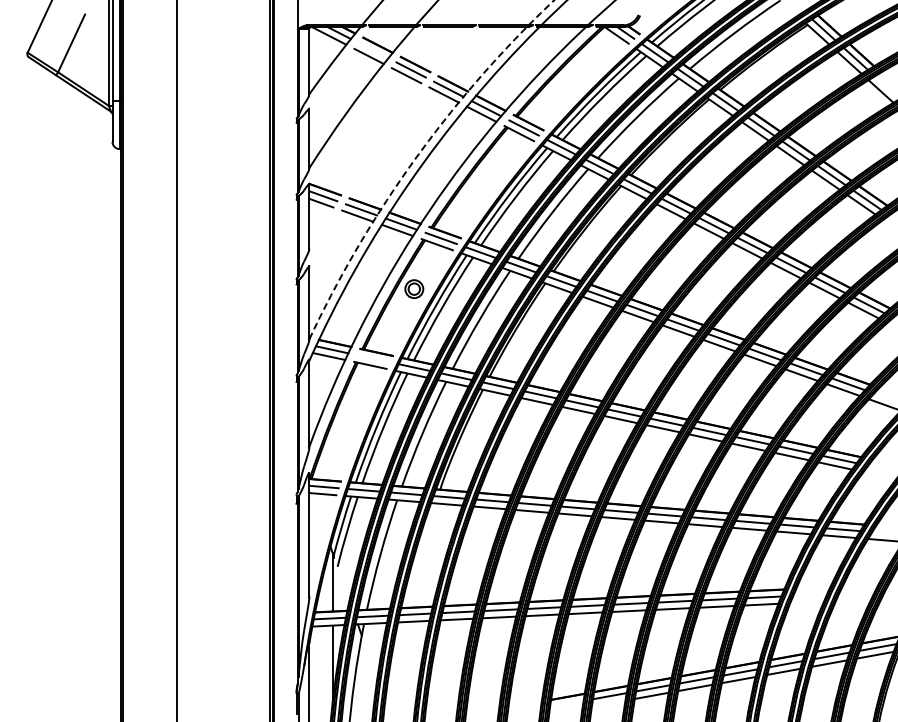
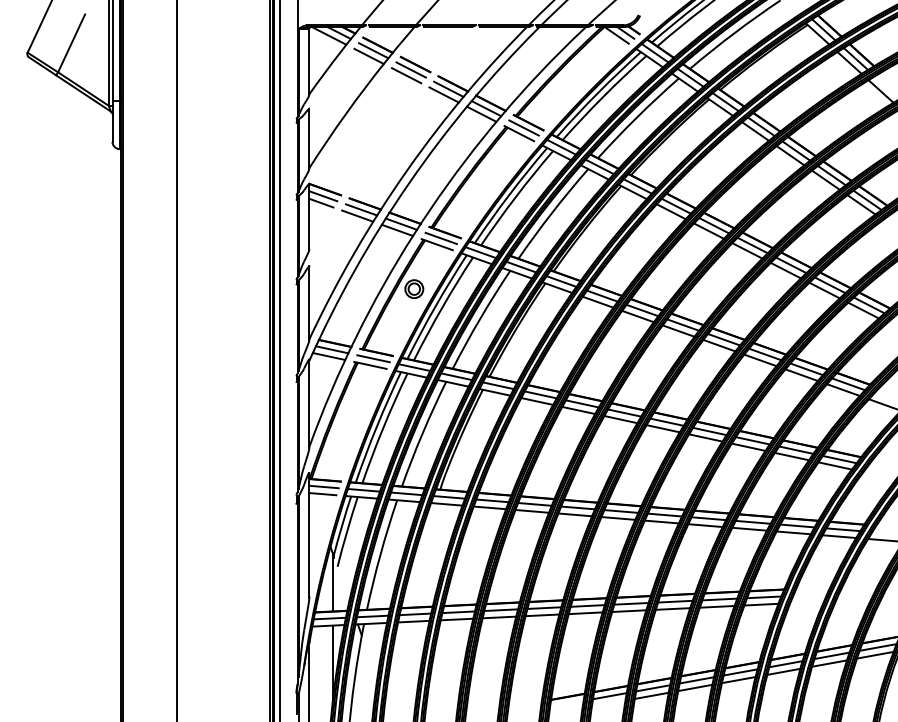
line at (373, 50): none -> present
arc at (416, 156): dashed -> solid
line at (373, 358): none -> present
line at (279, 360): none -> present
